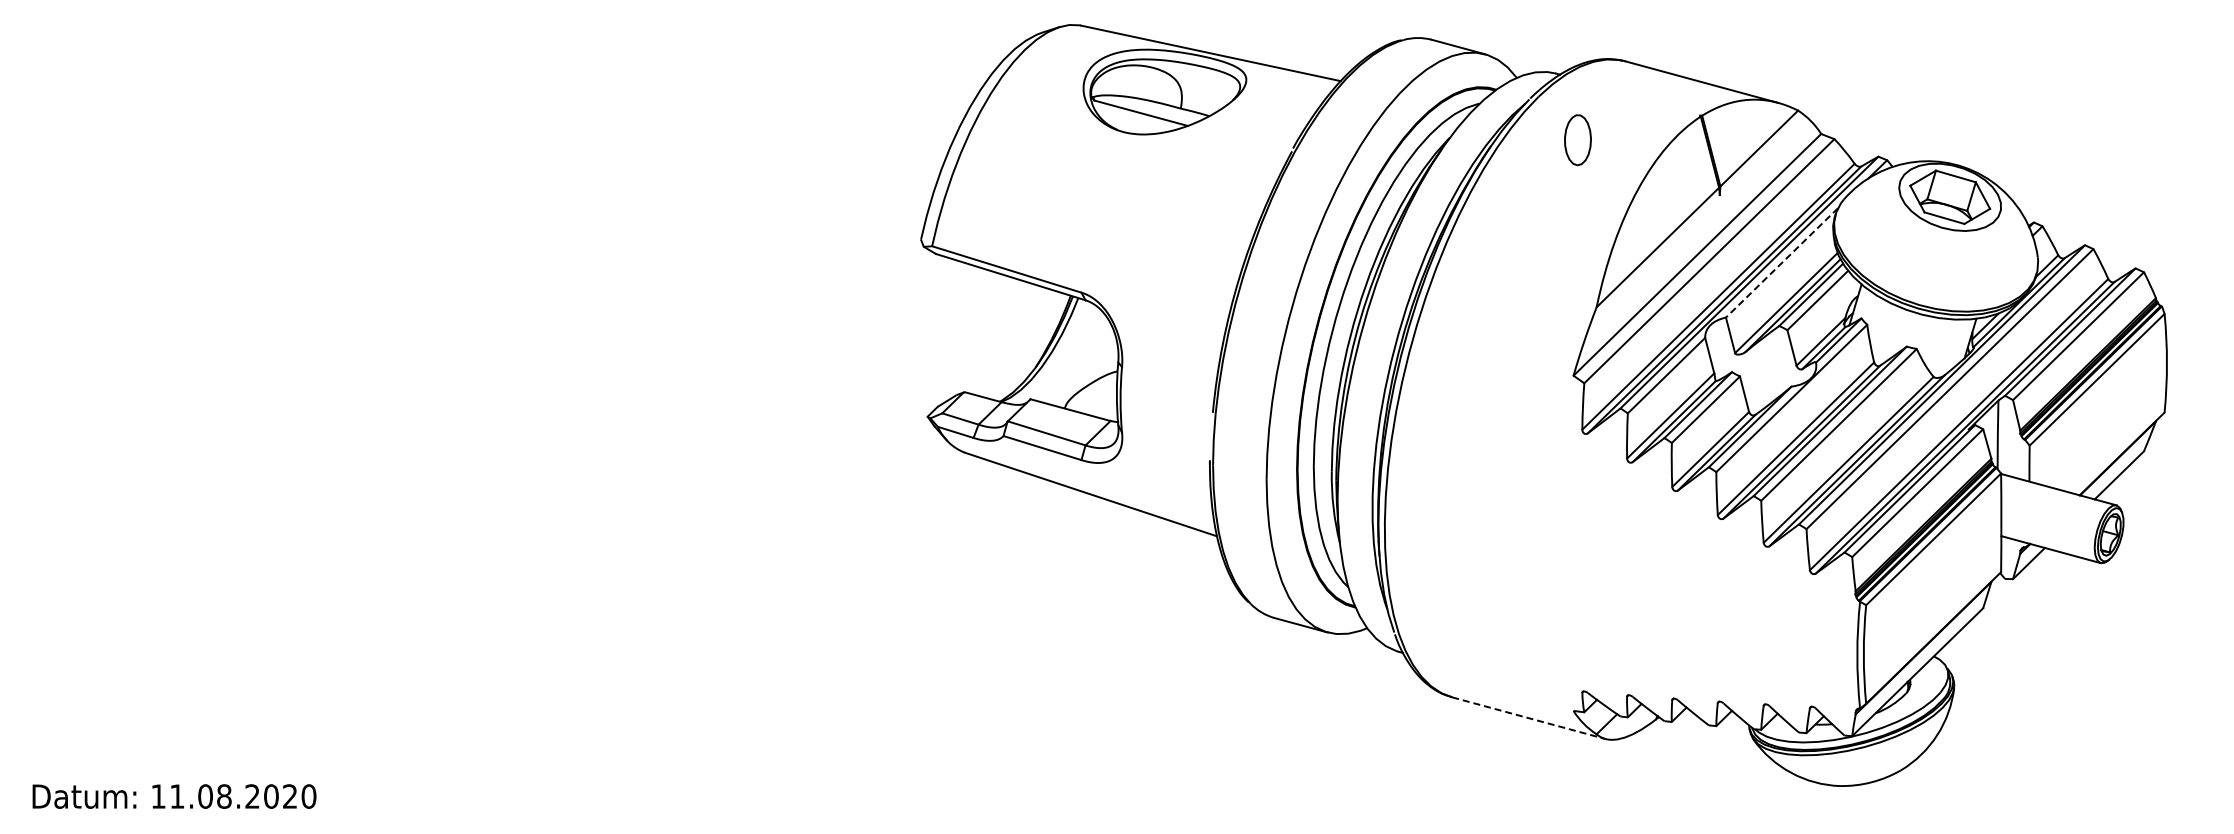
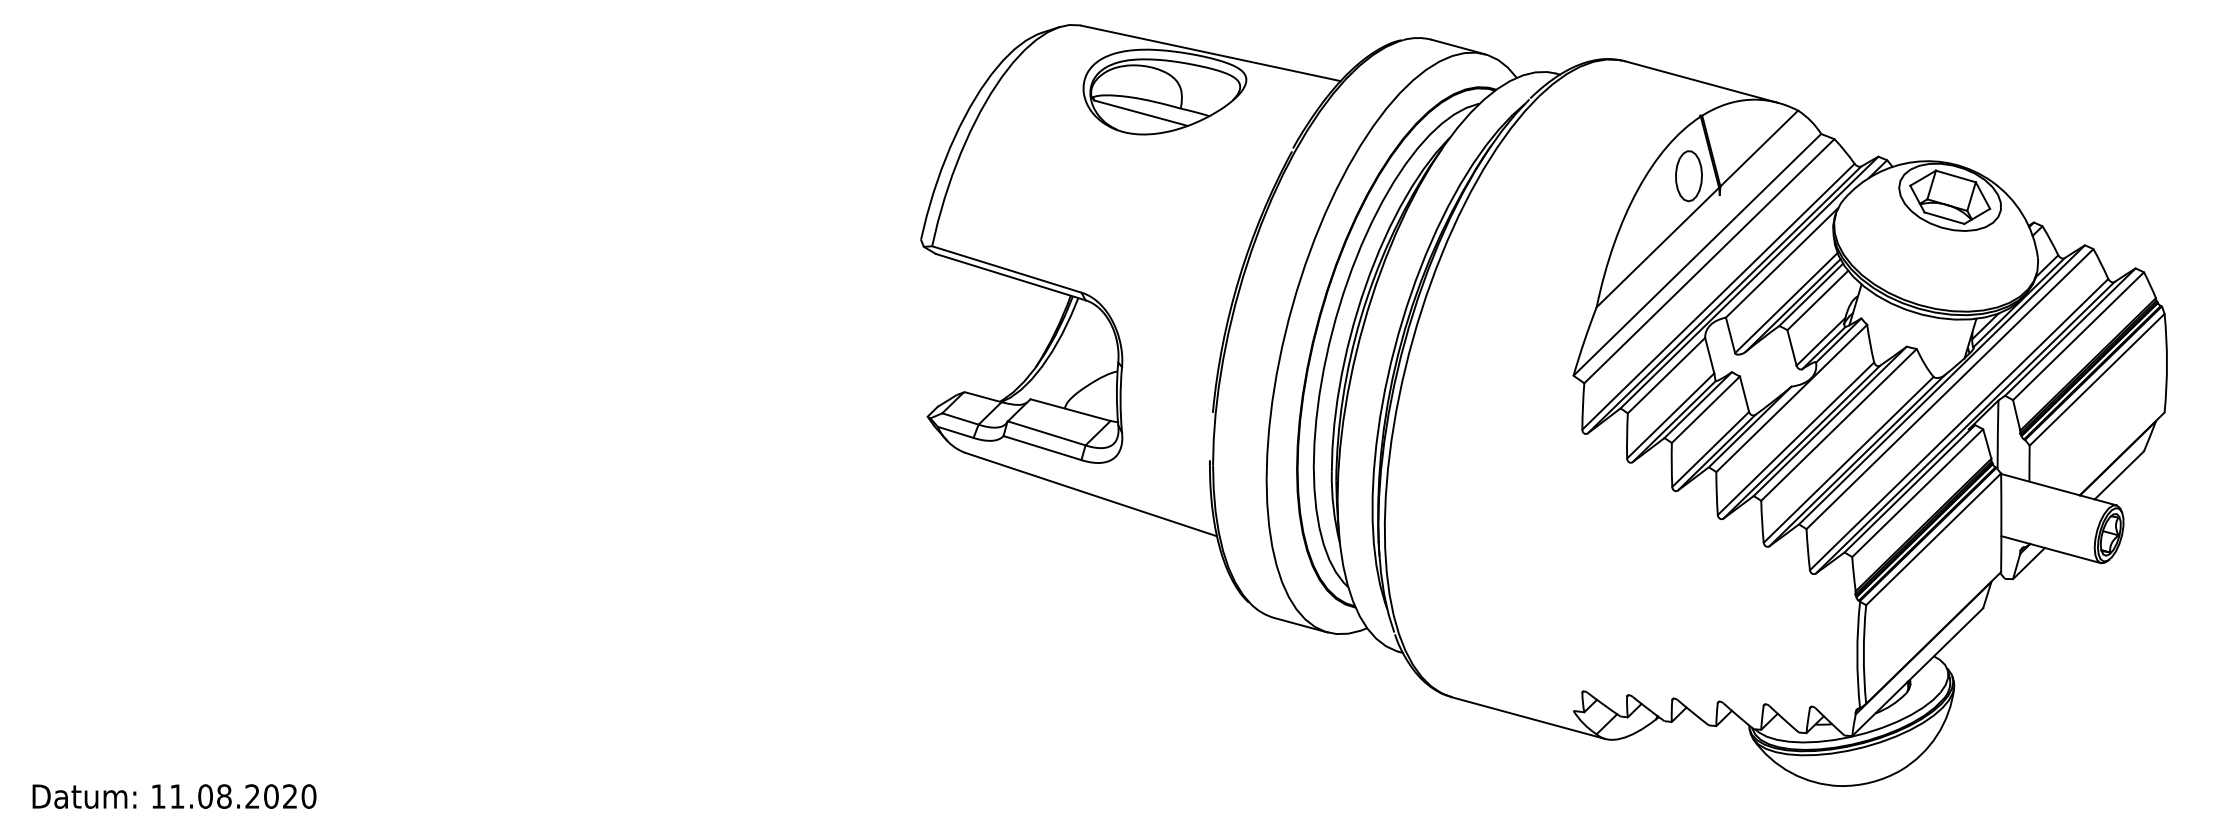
part at (1577, 140) position: (1577, 140) -> (1688, 176)
line at (1781, 263): dashed -> solid
line at (1529, 718): dashed -> solid
